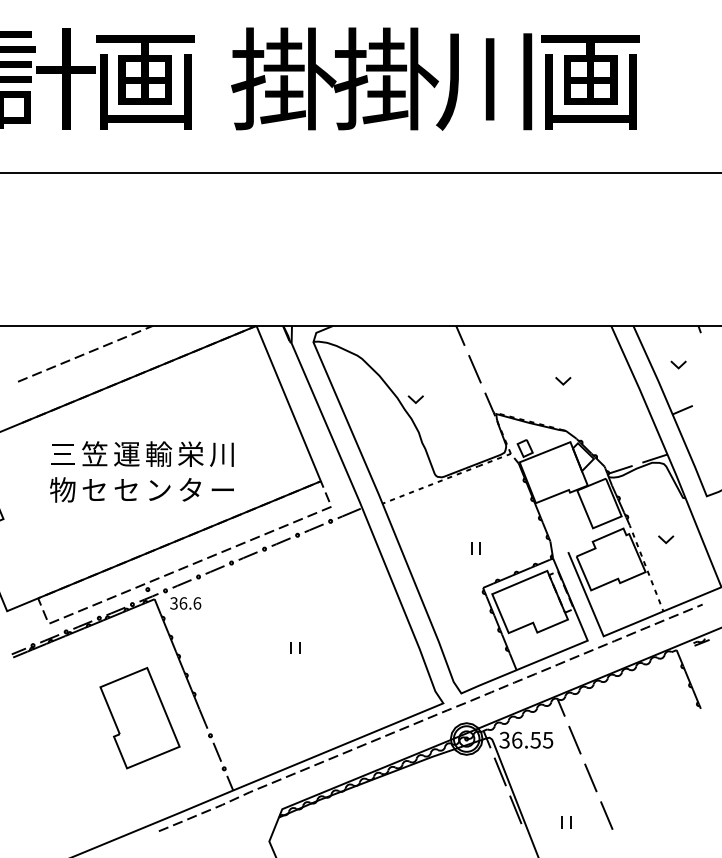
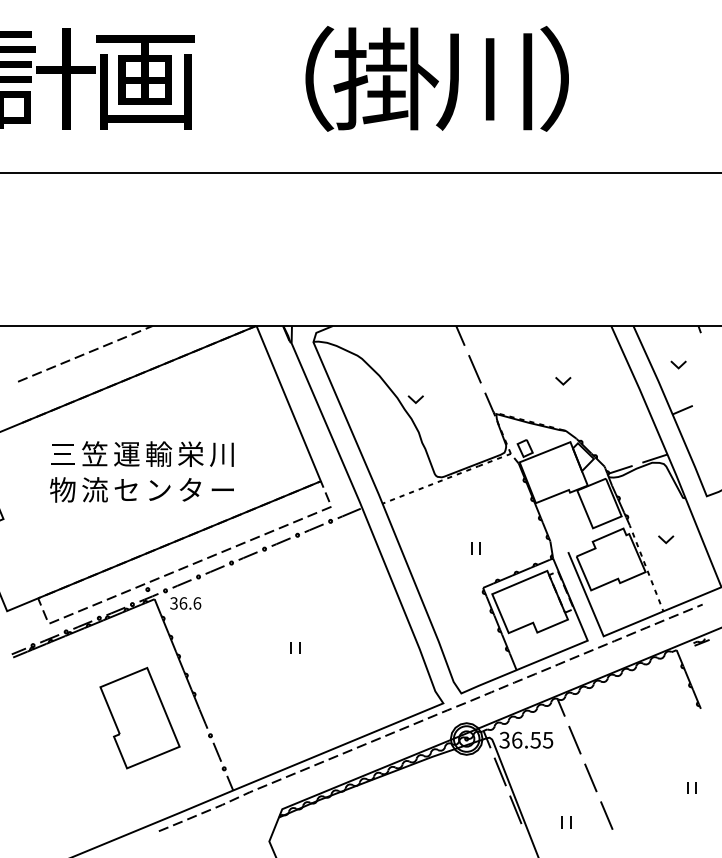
text at (283, 78): 掛 -> （
text at (589, 78): 画 -> ）
text at (94, 489): セ -> 流
part at (691, 787): none -> present
